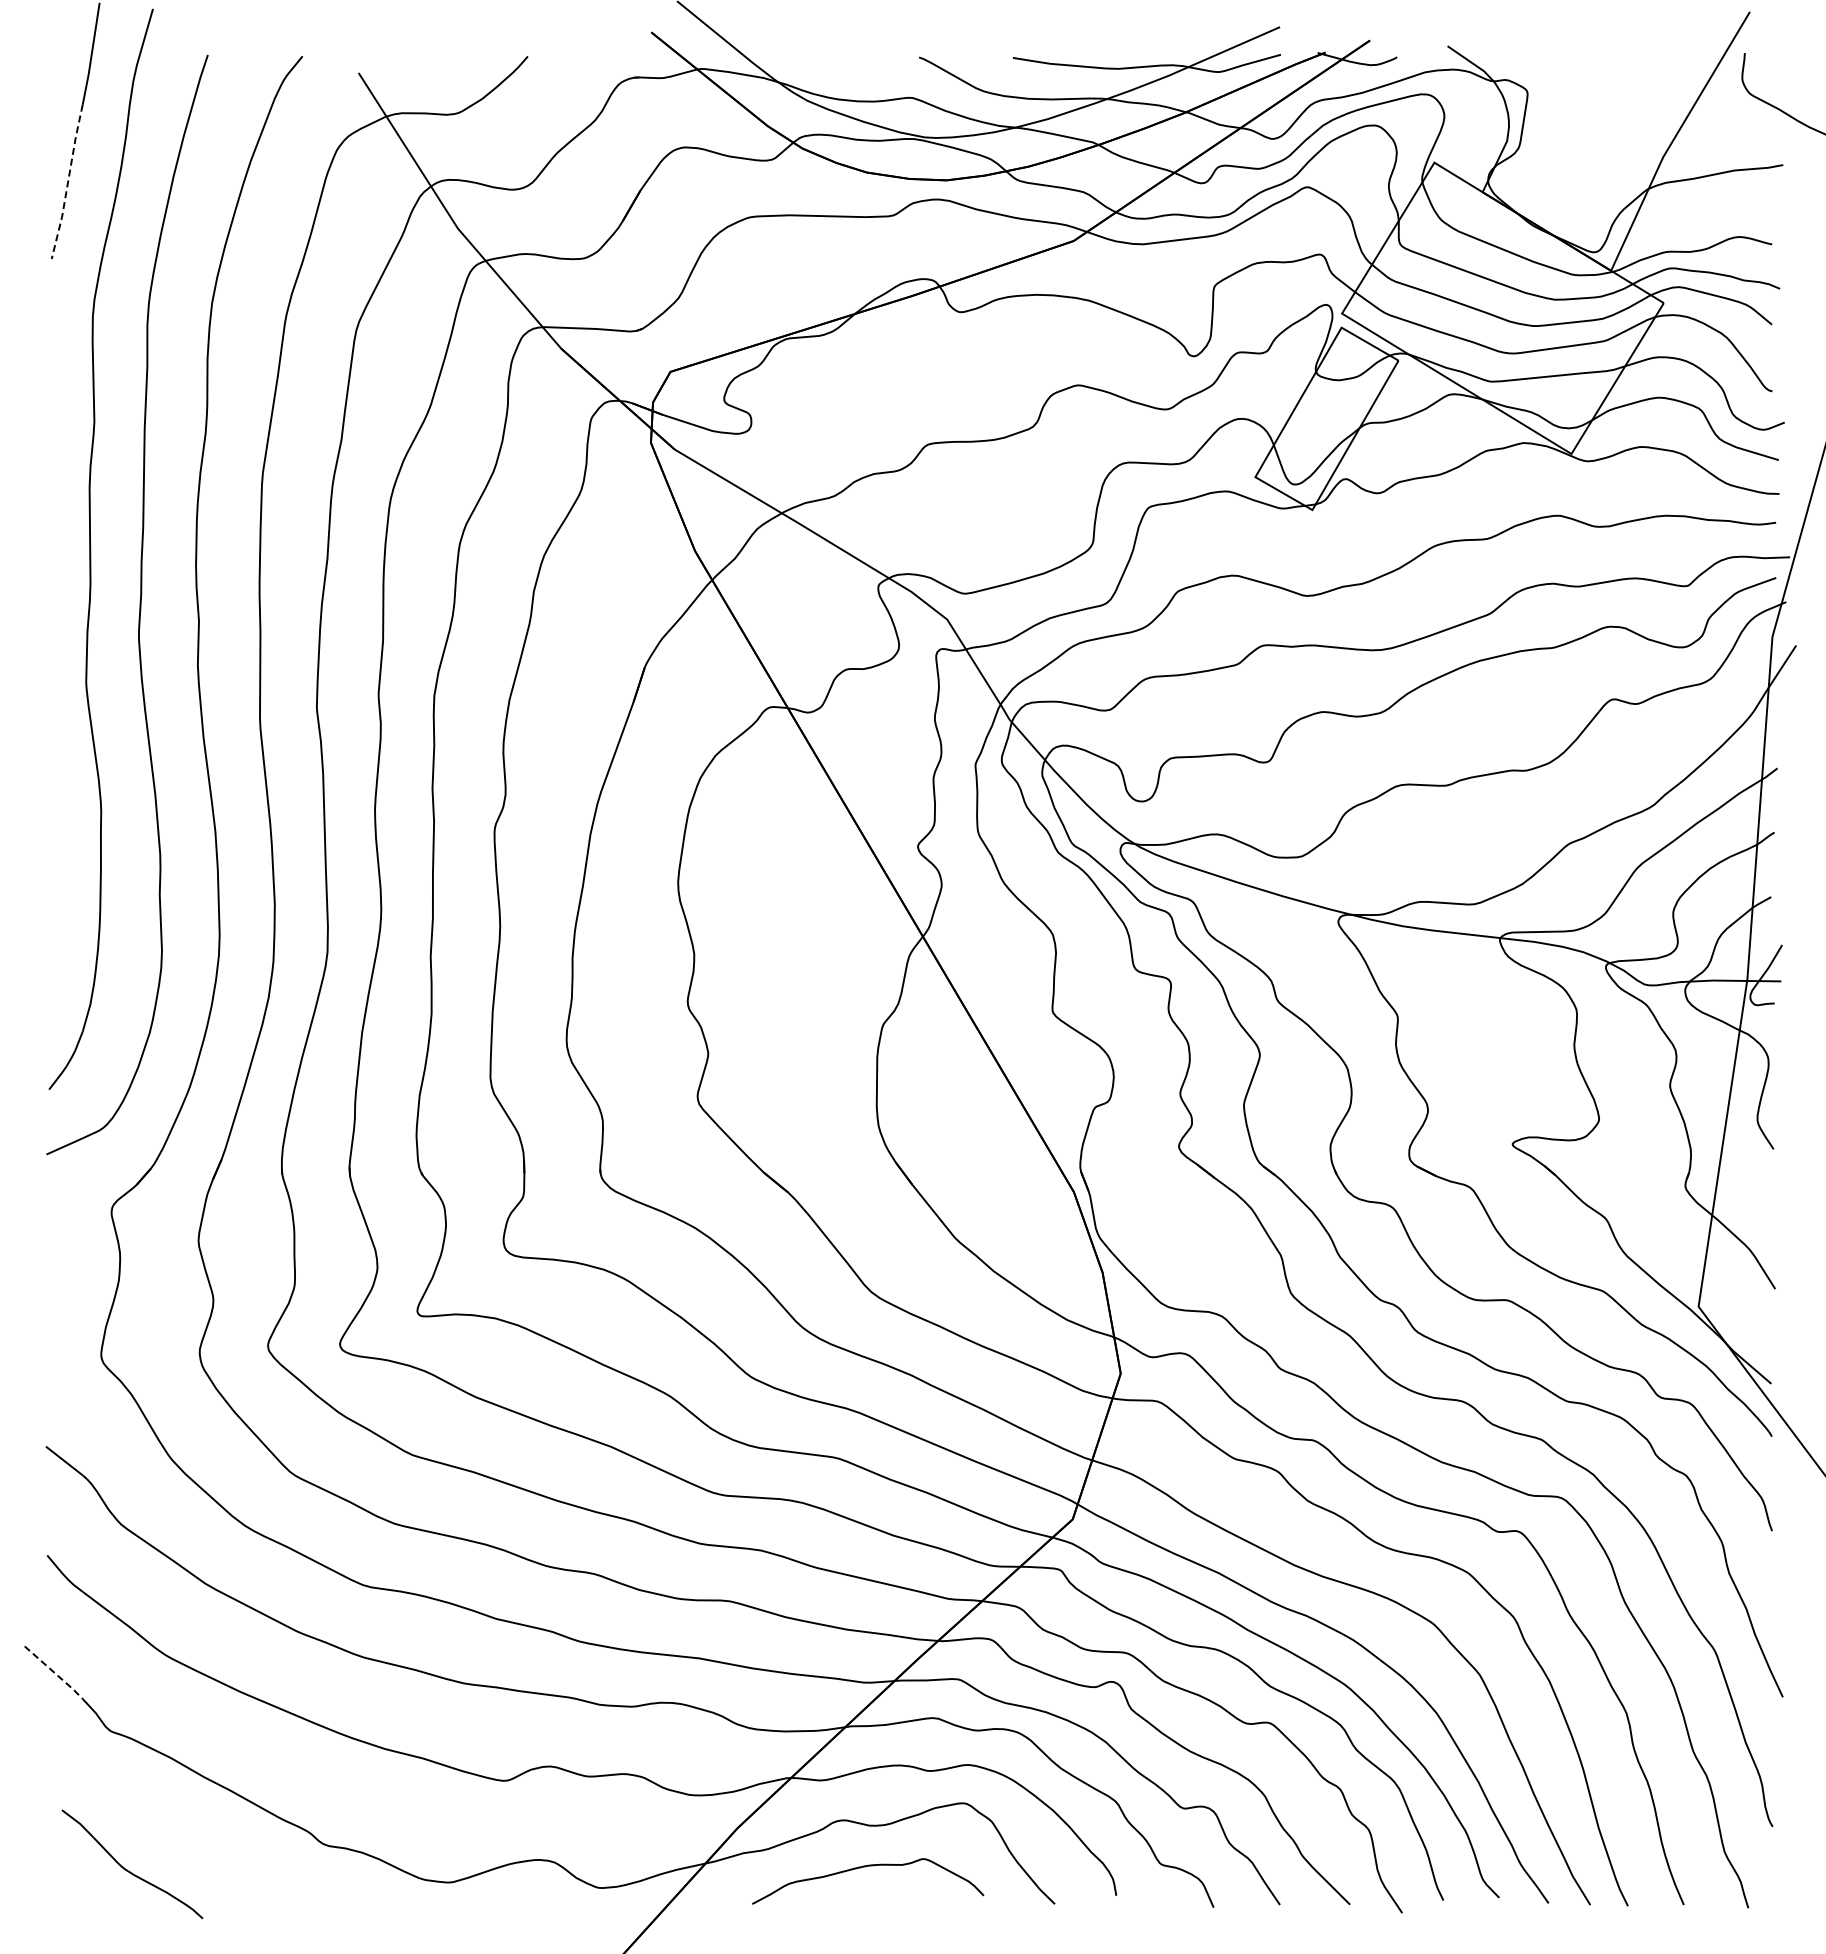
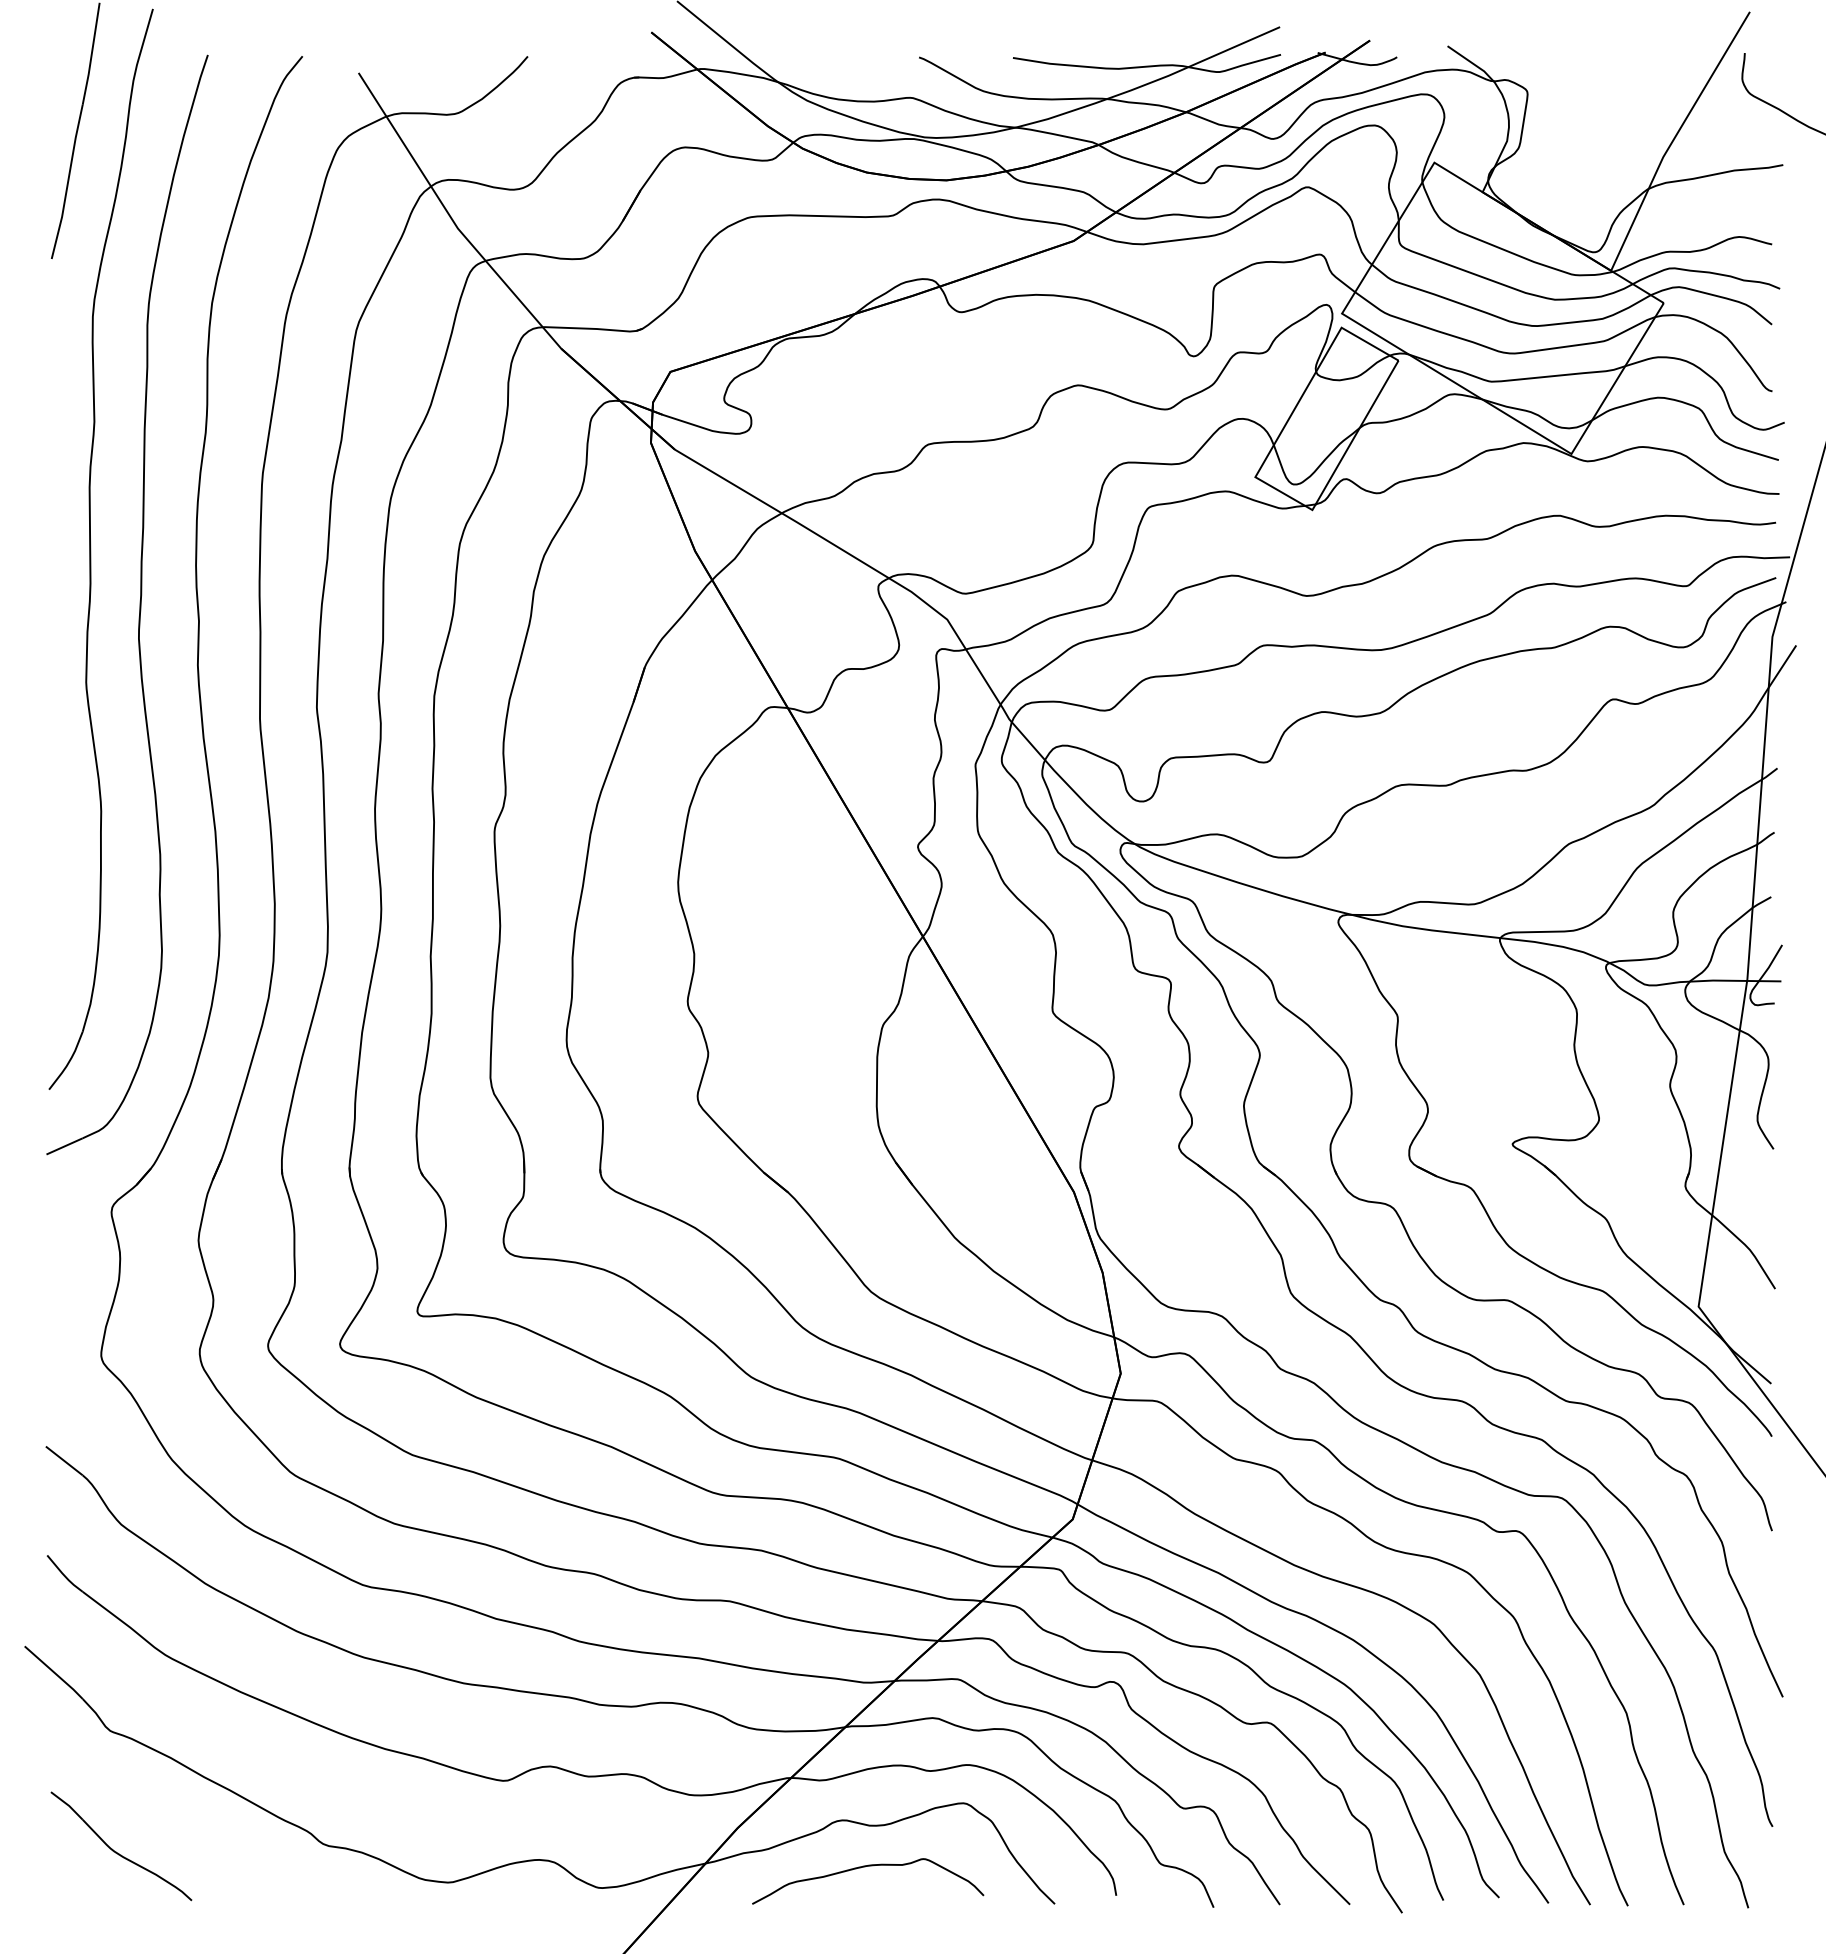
line at (67, 182): dashed -> solid
line at (54, 1673): dashed -> solid
part at (127, 1869) position: (127, 1869) -> (116, 1851)
